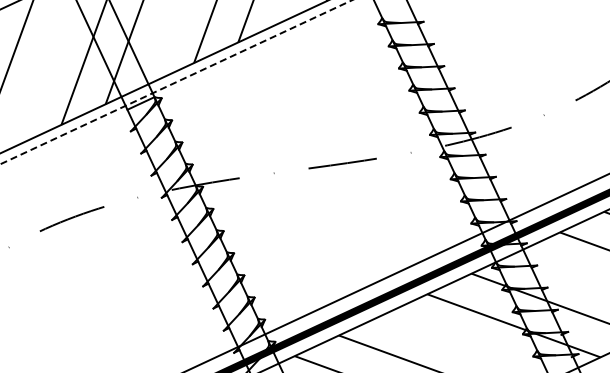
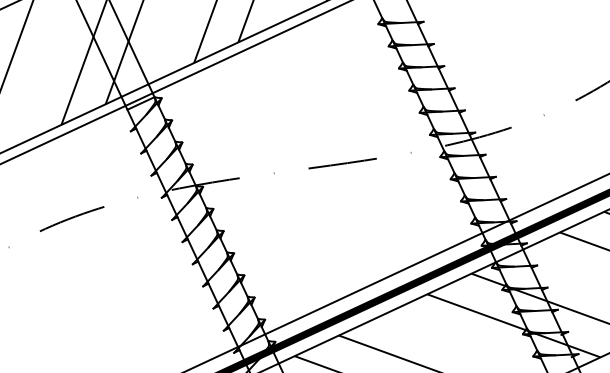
line at (176, 82): dashed -> solid
